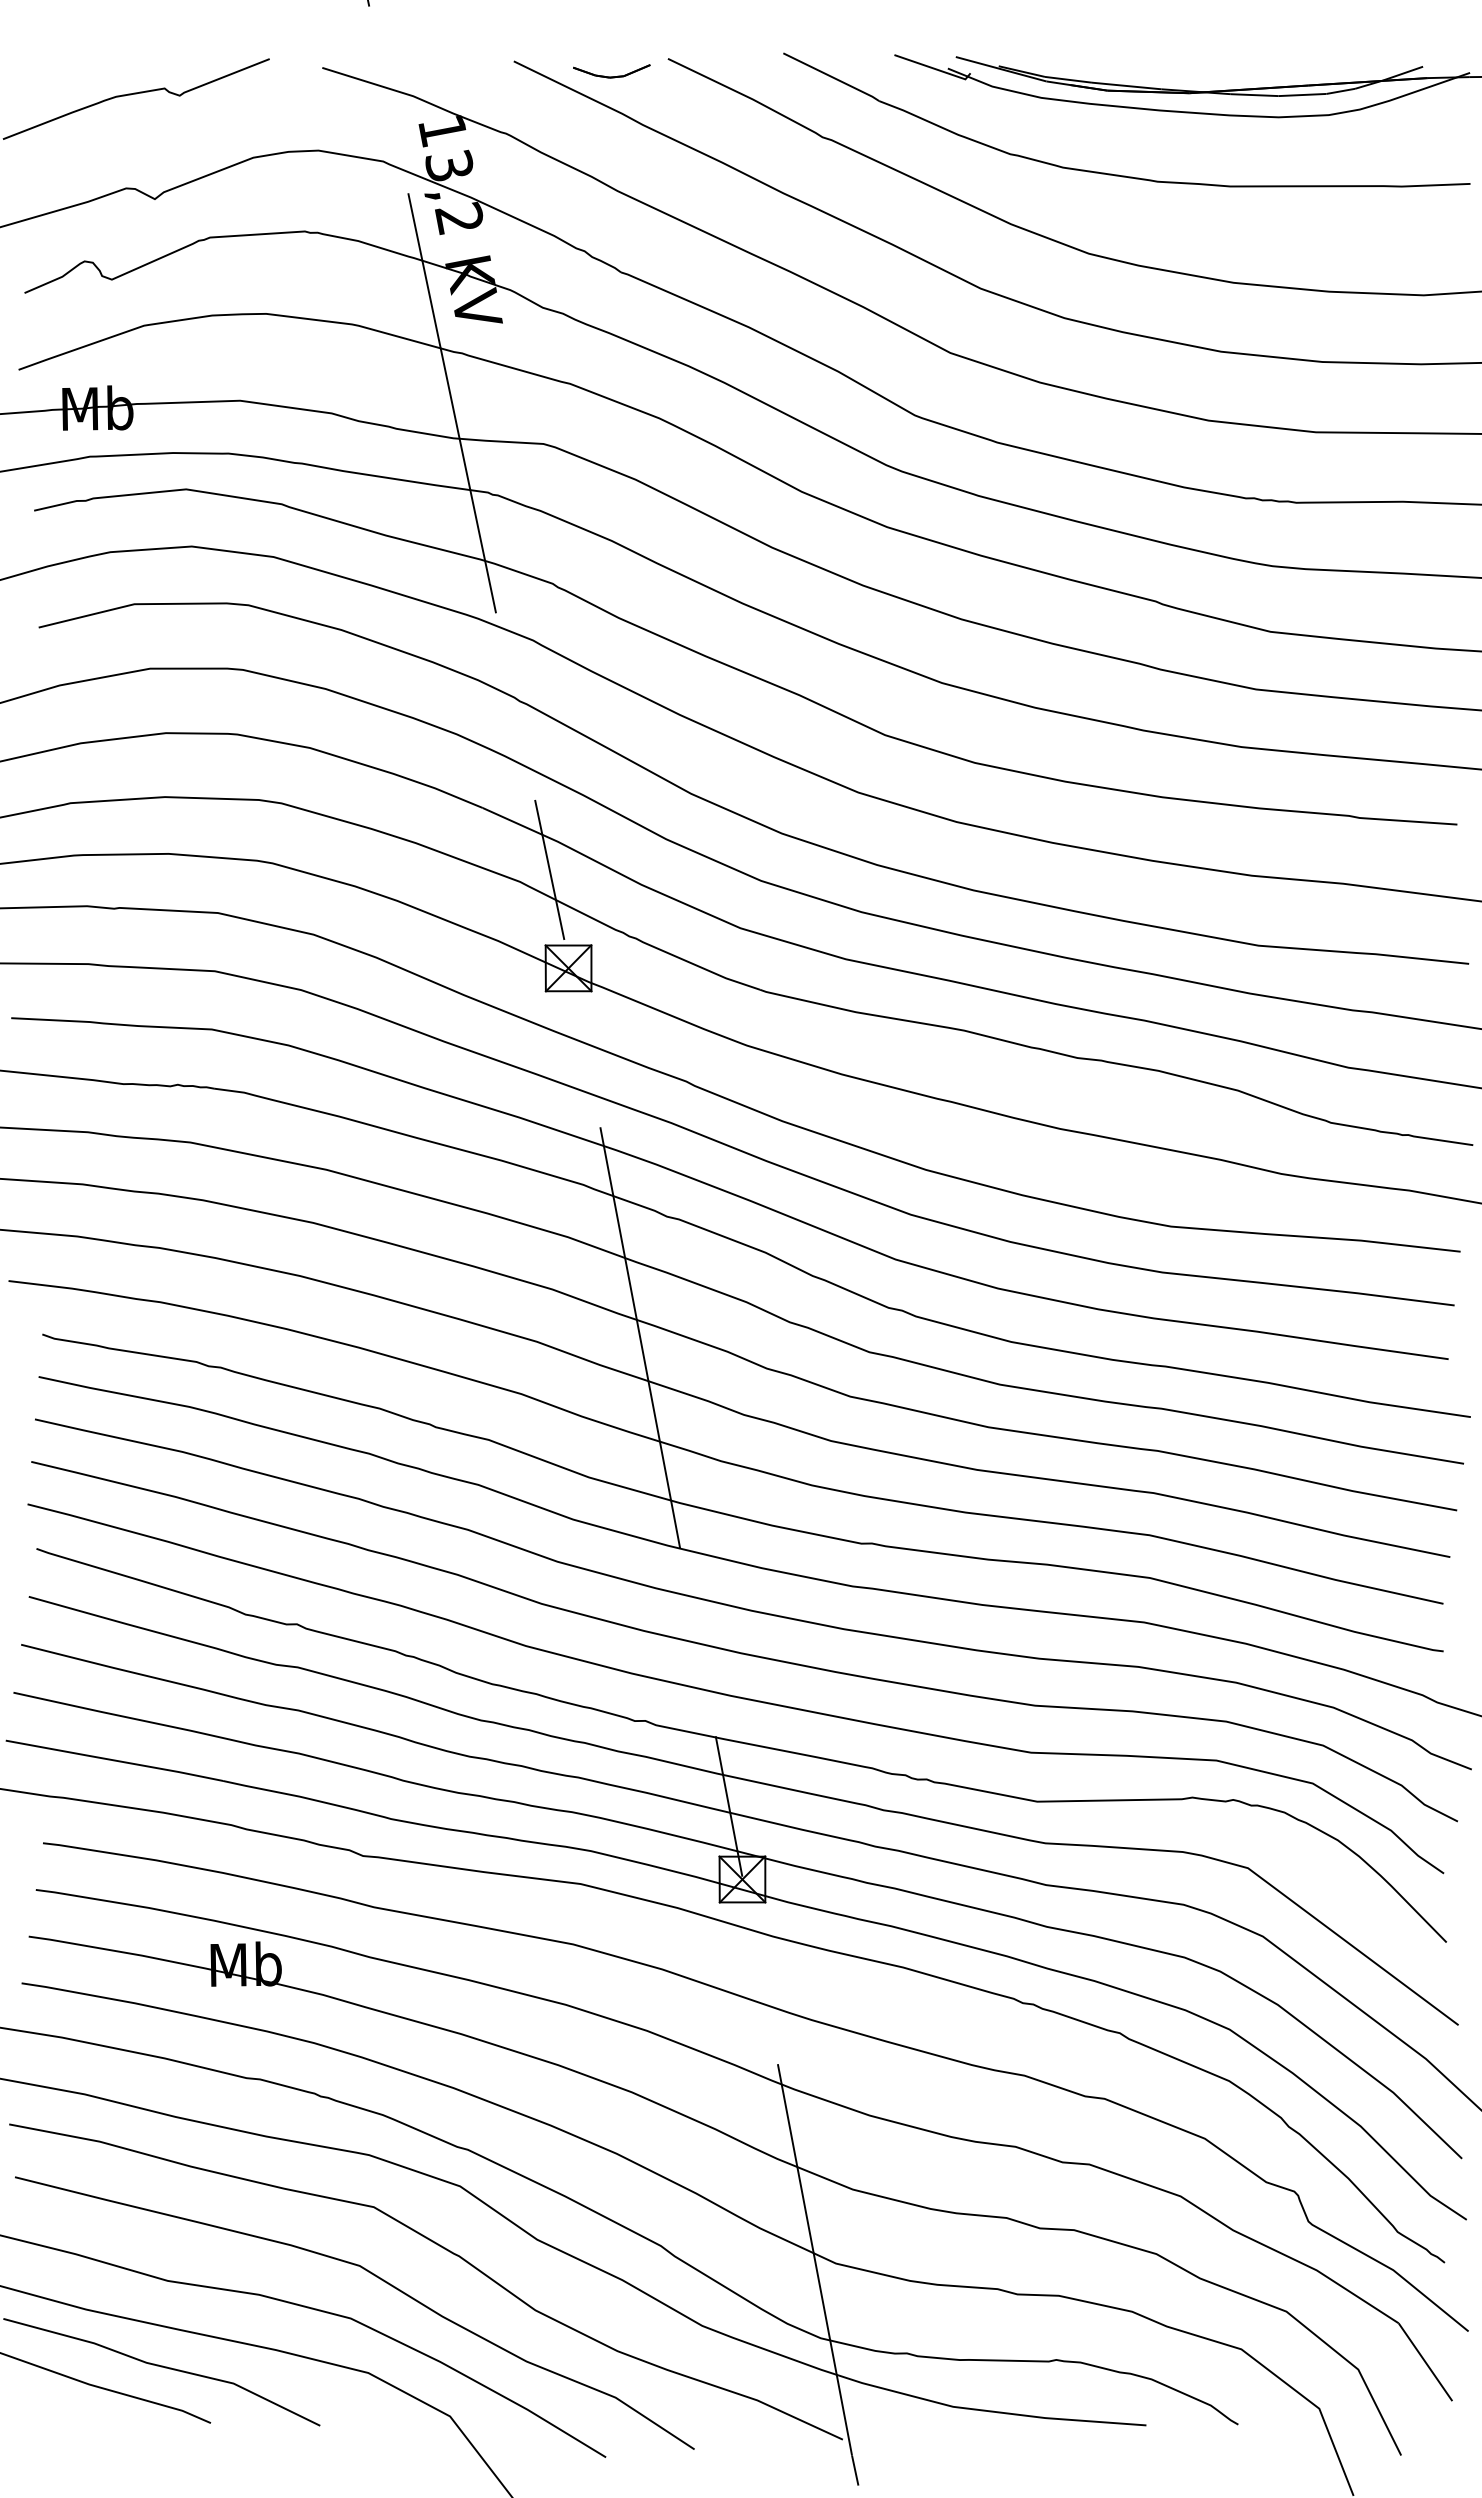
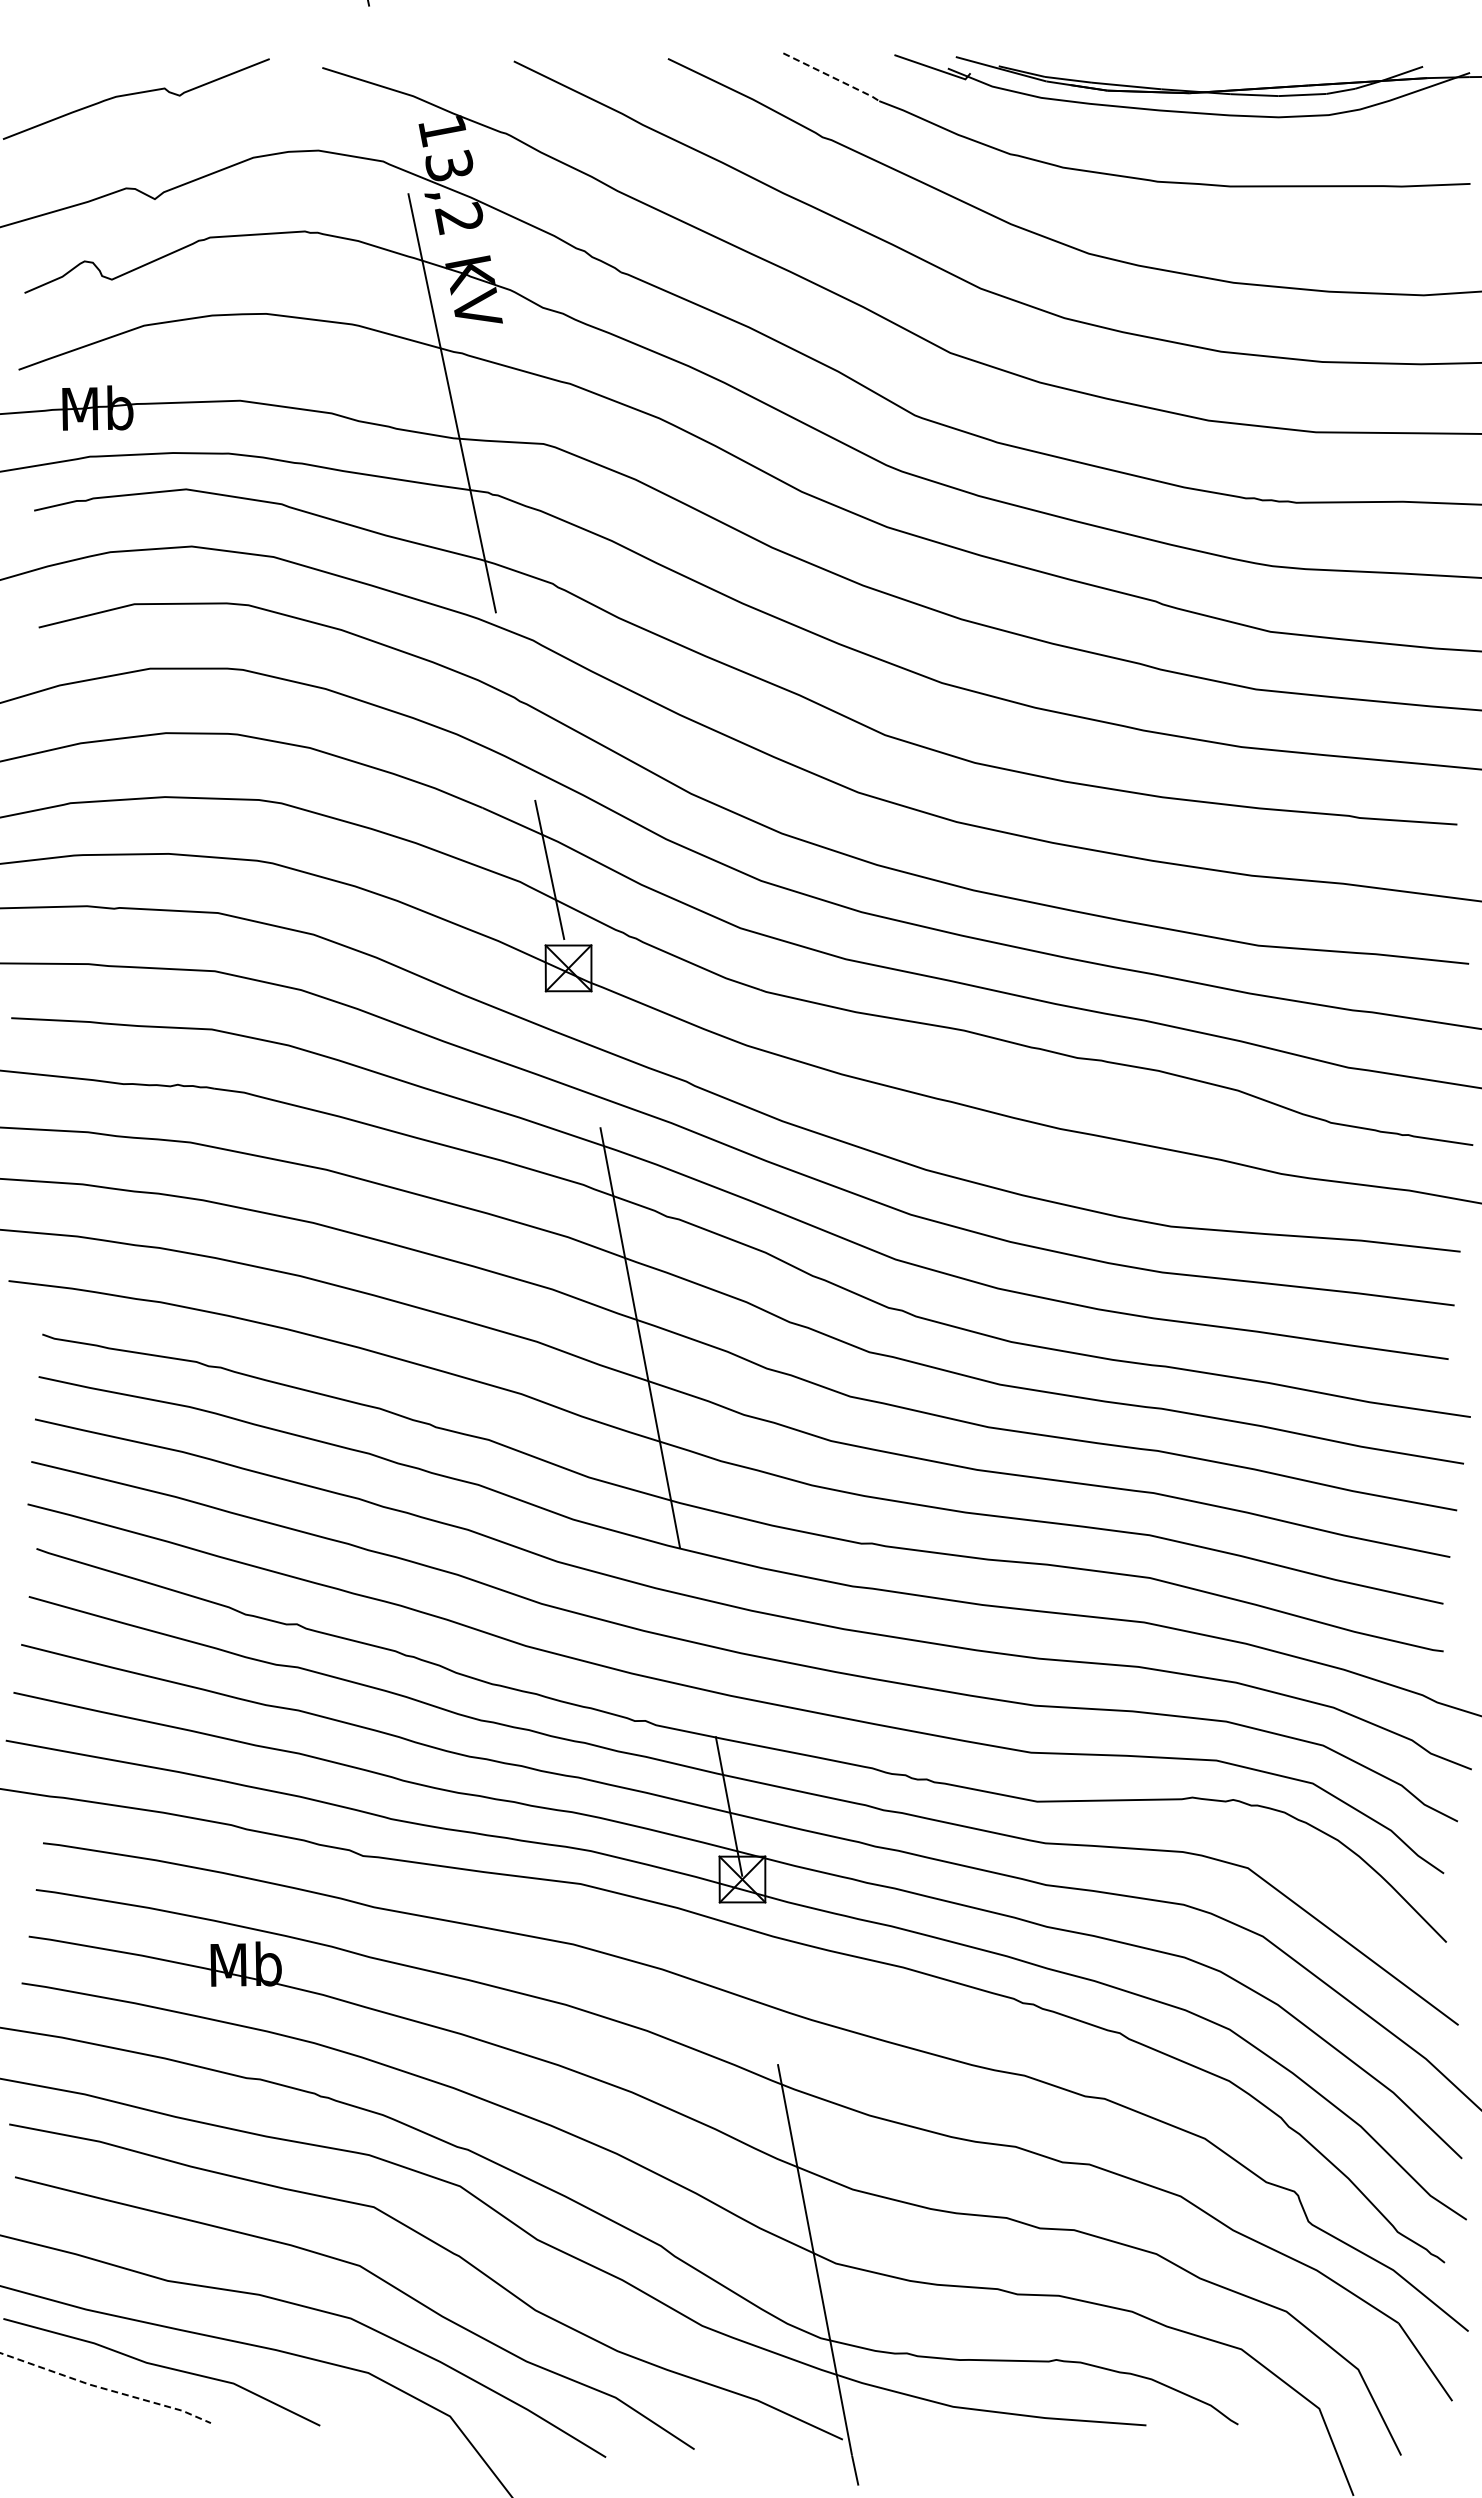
part at (611, 71): present -> none
line at (832, 77): solid -> dashed
line at (105, 2389): solid -> dashed
